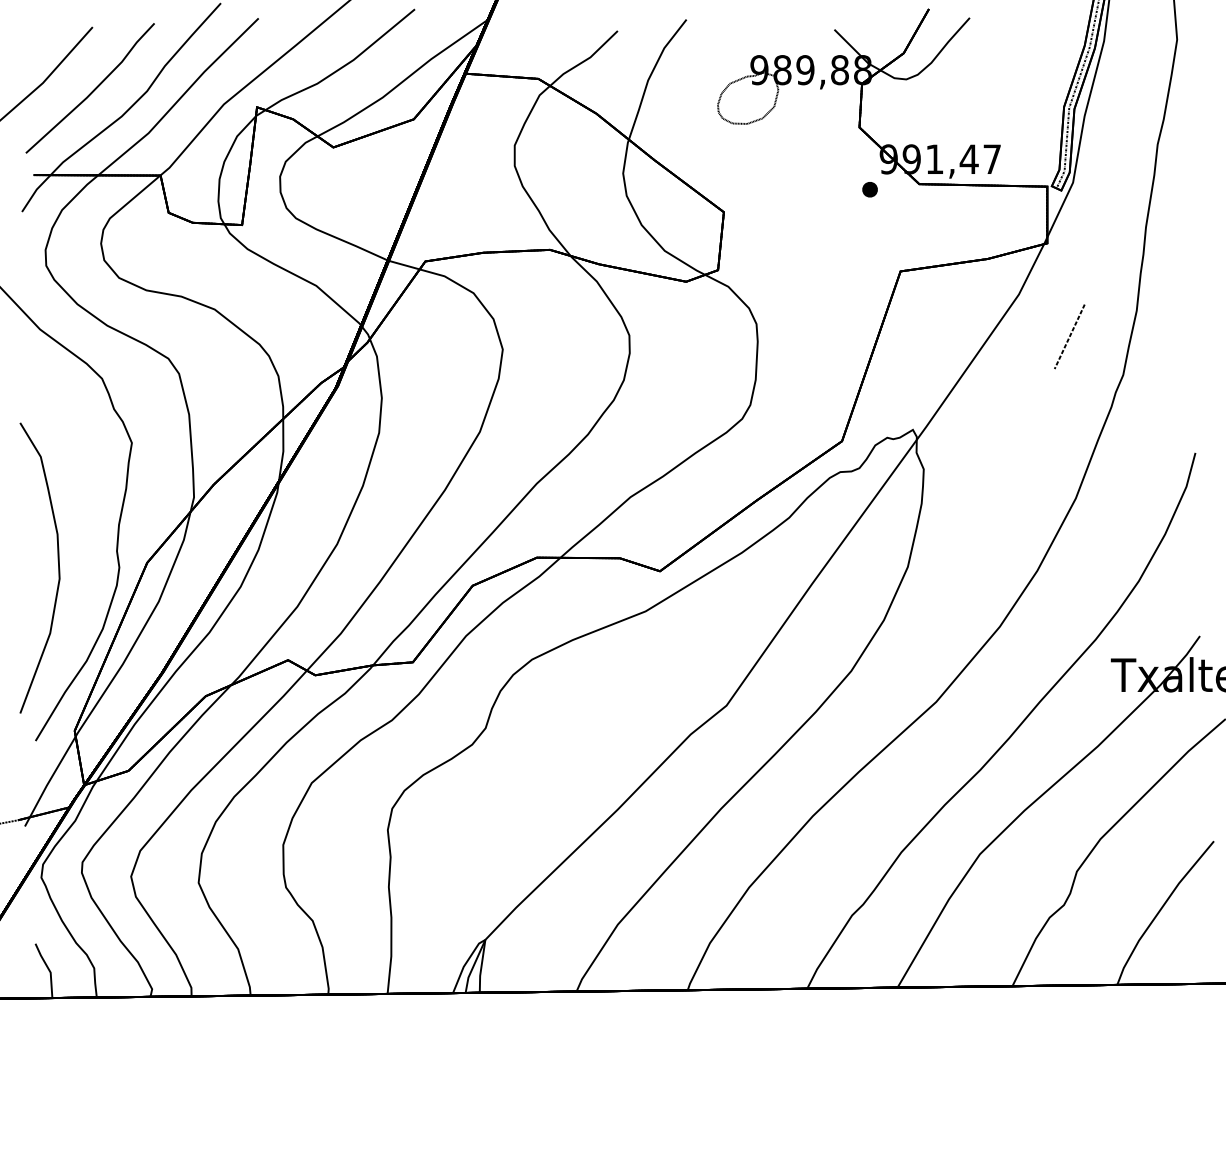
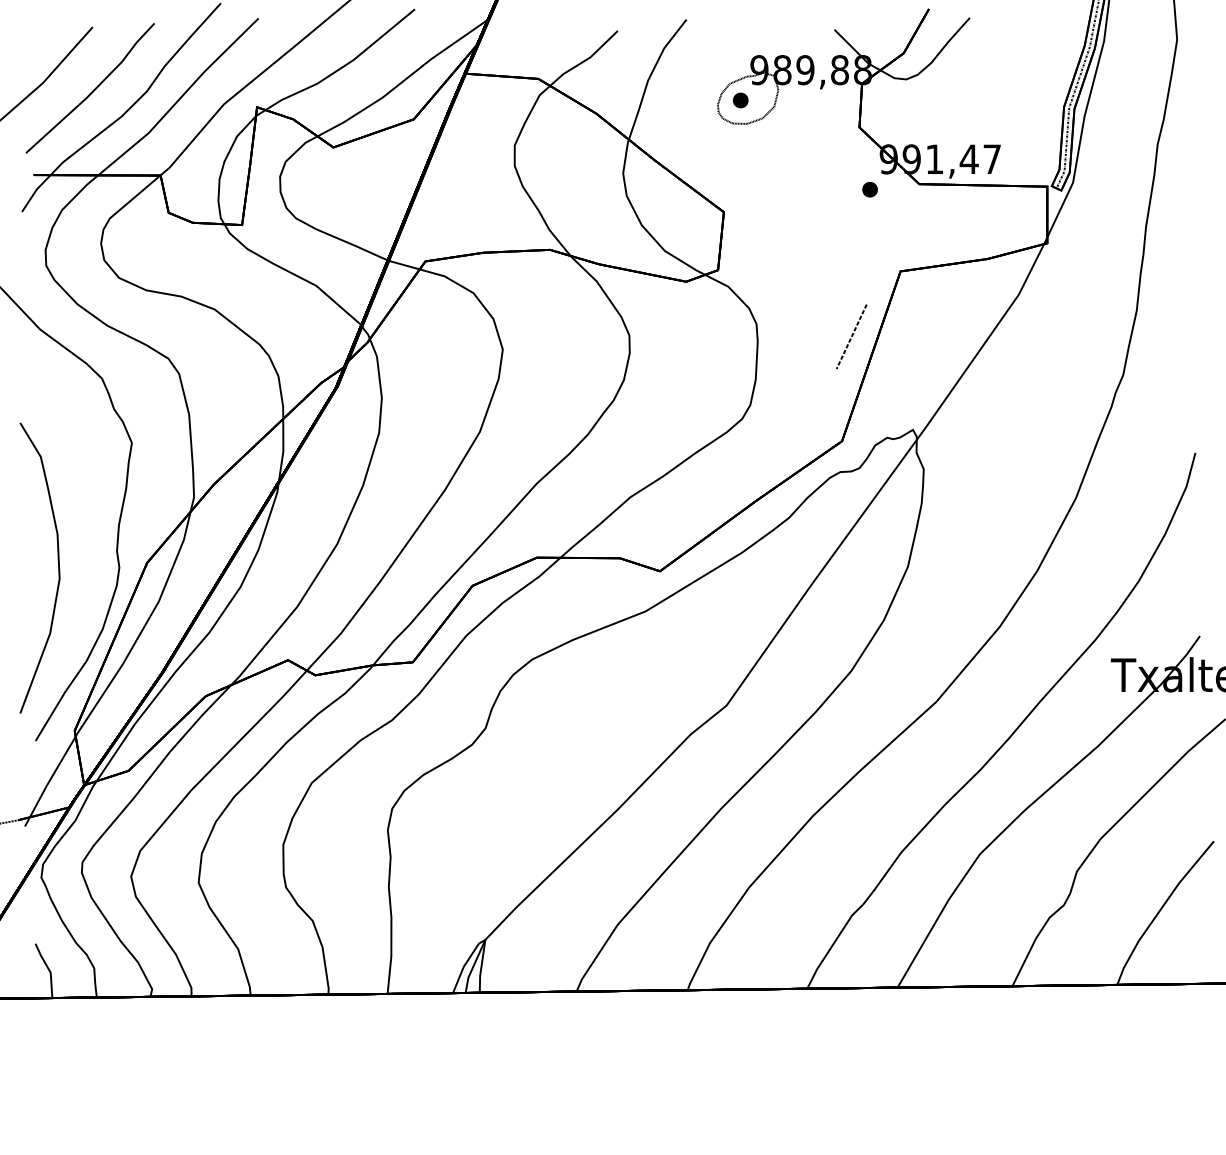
part at (740, 100): none -> present
line at (1069, 336) position: (1069, 336) -> (851, 336)
